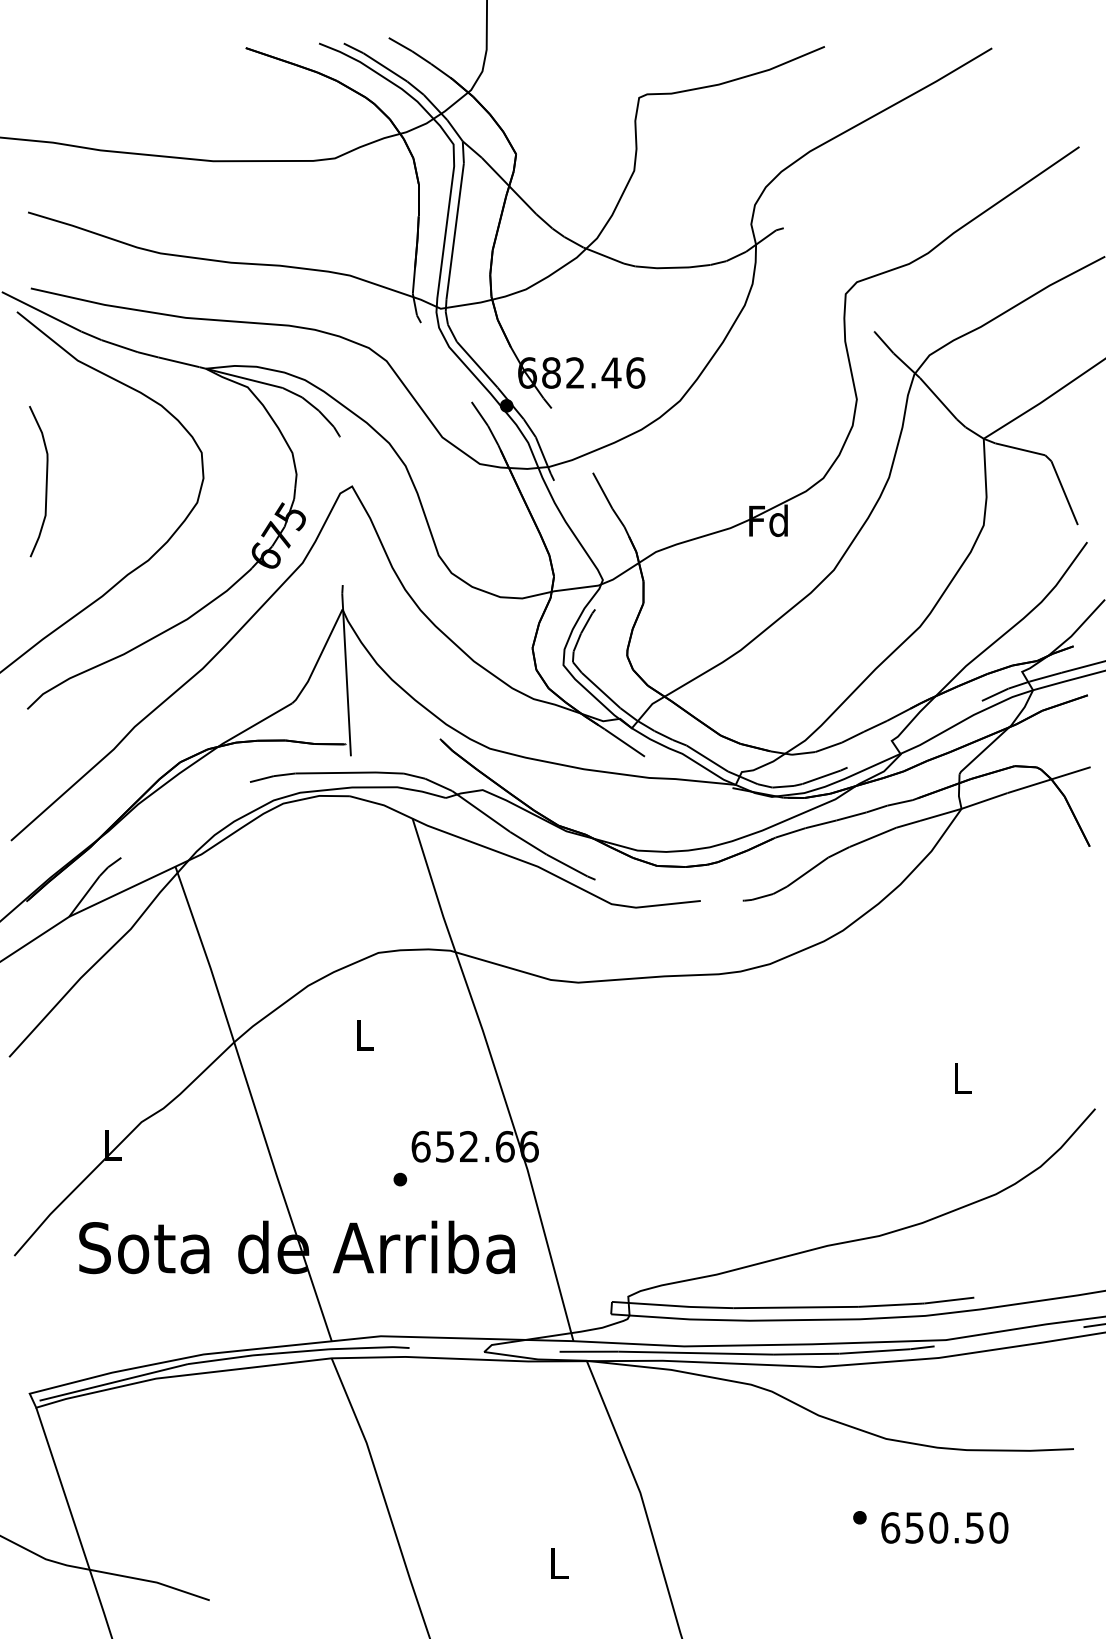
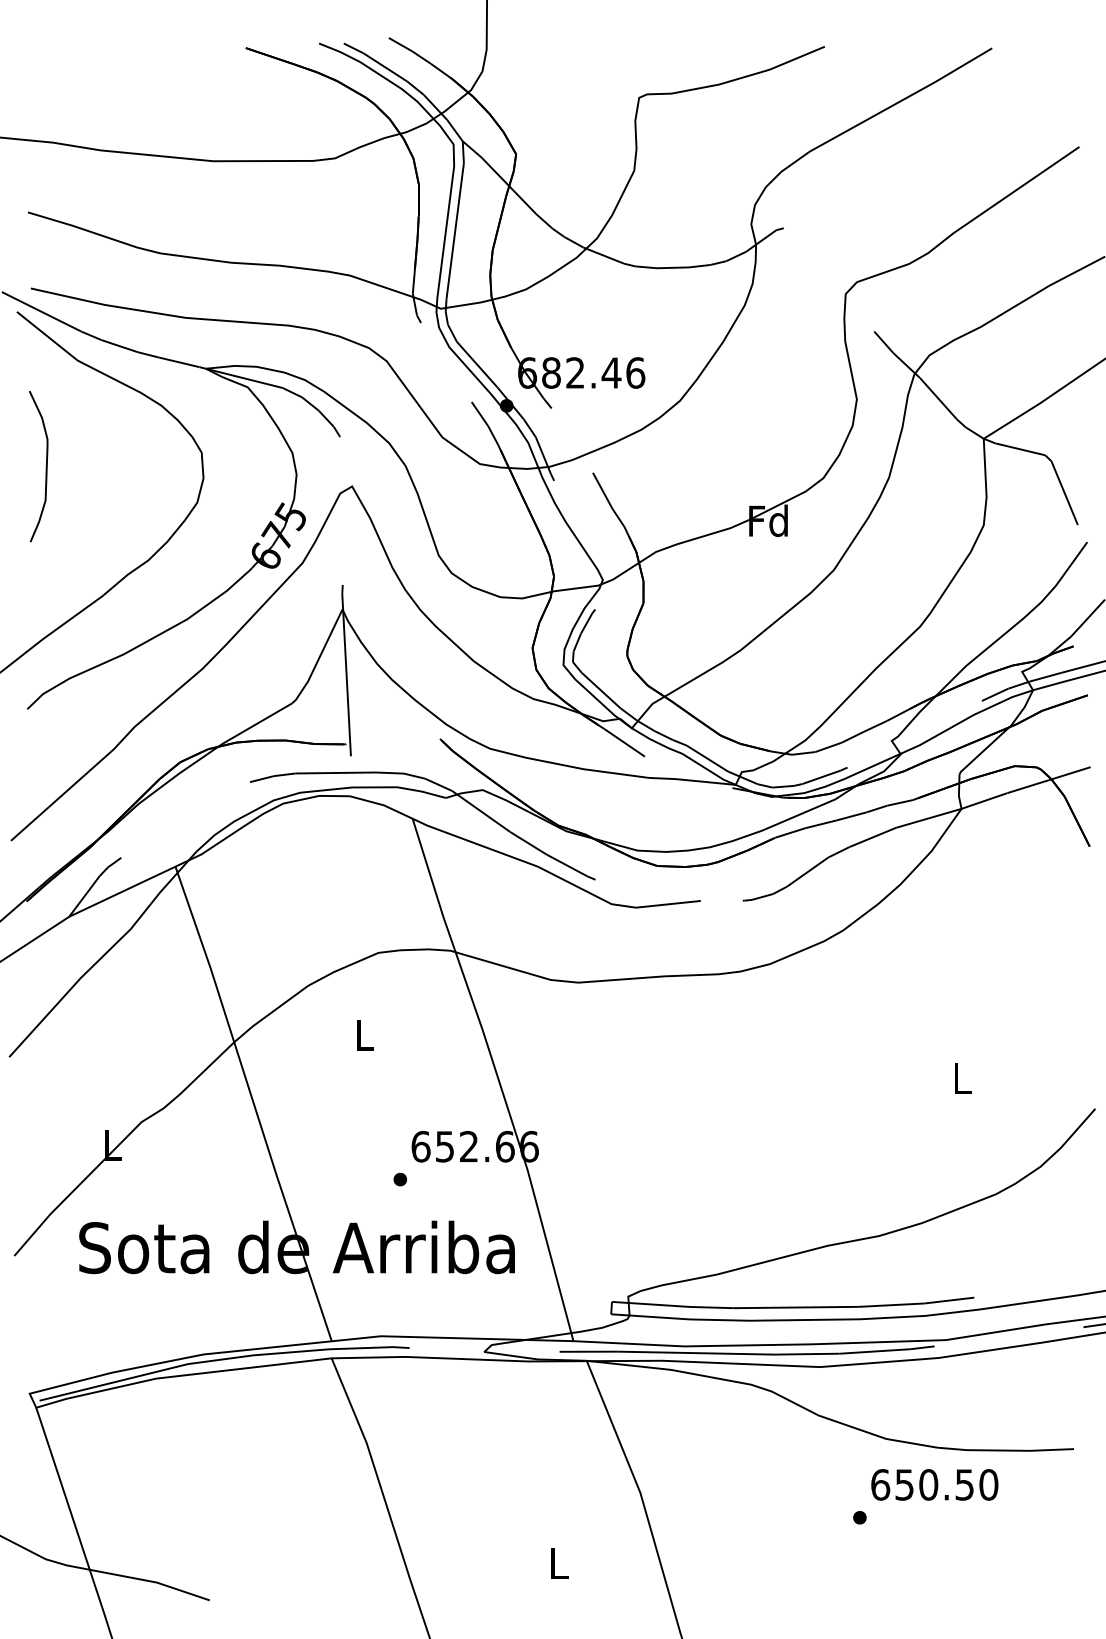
curve at (45, 481) position: (45, 481) -> (45, 466)
text at (944, 1527) position: (944, 1527) -> (934, 1484)
